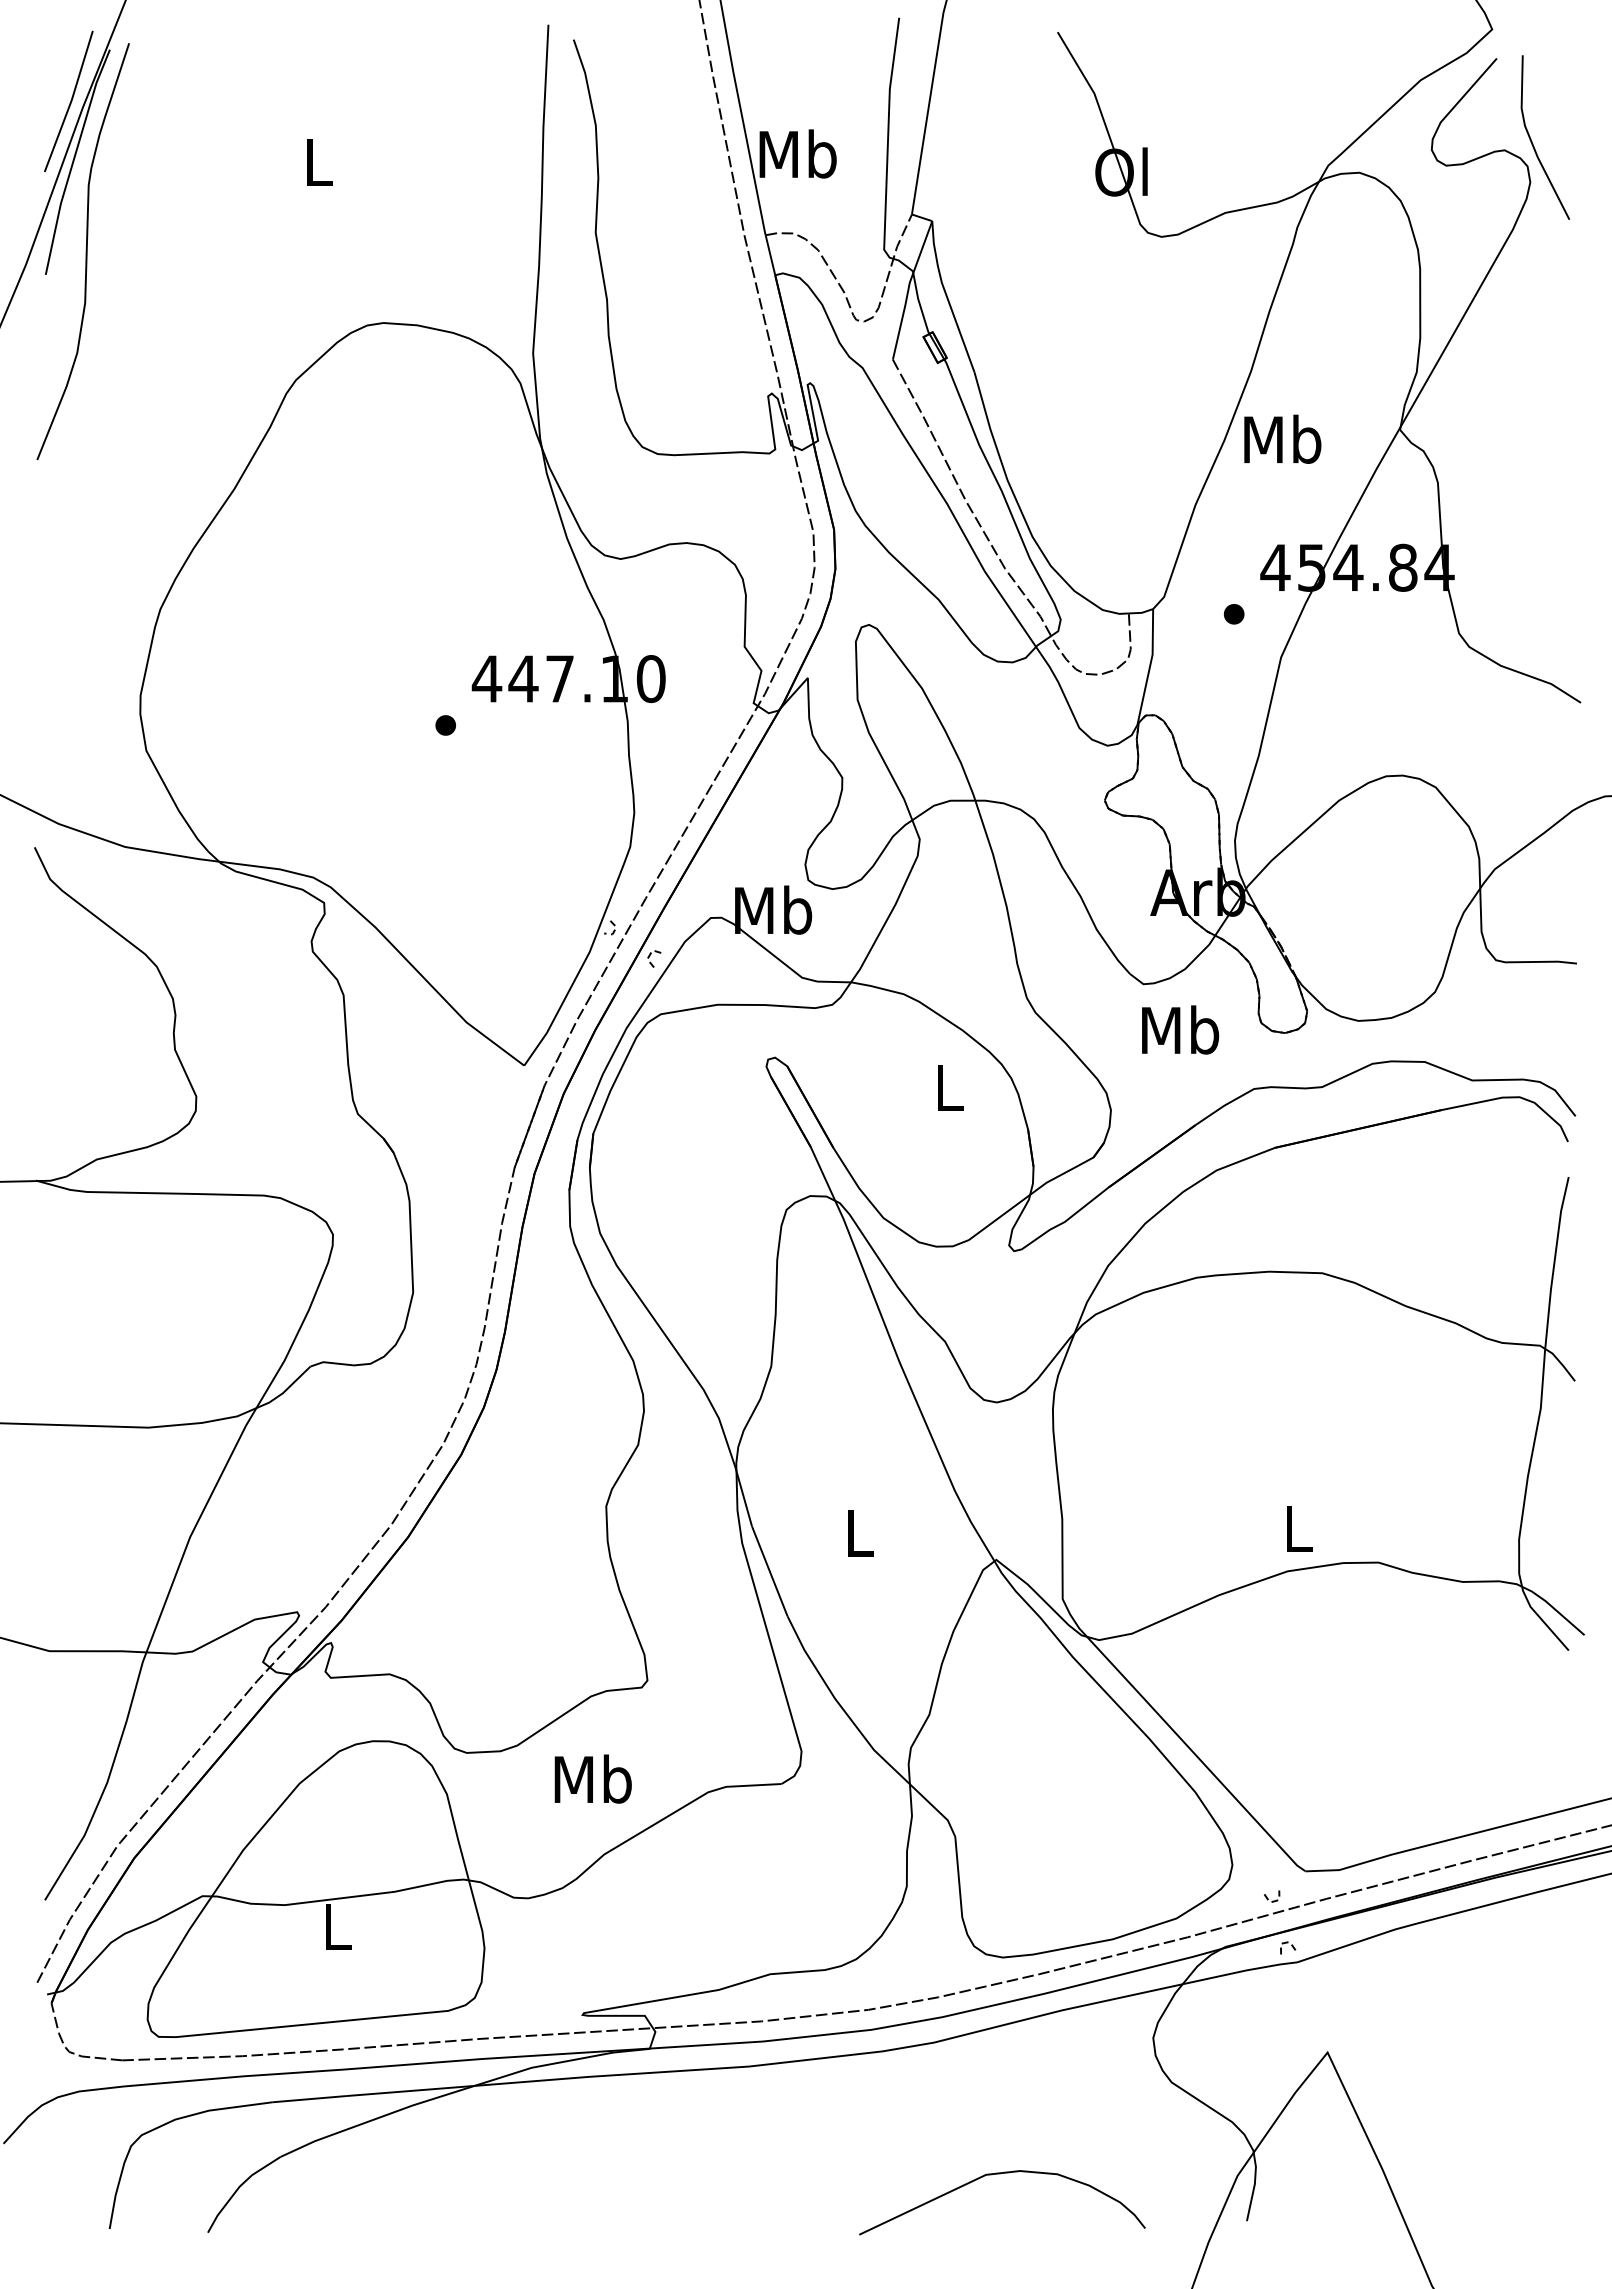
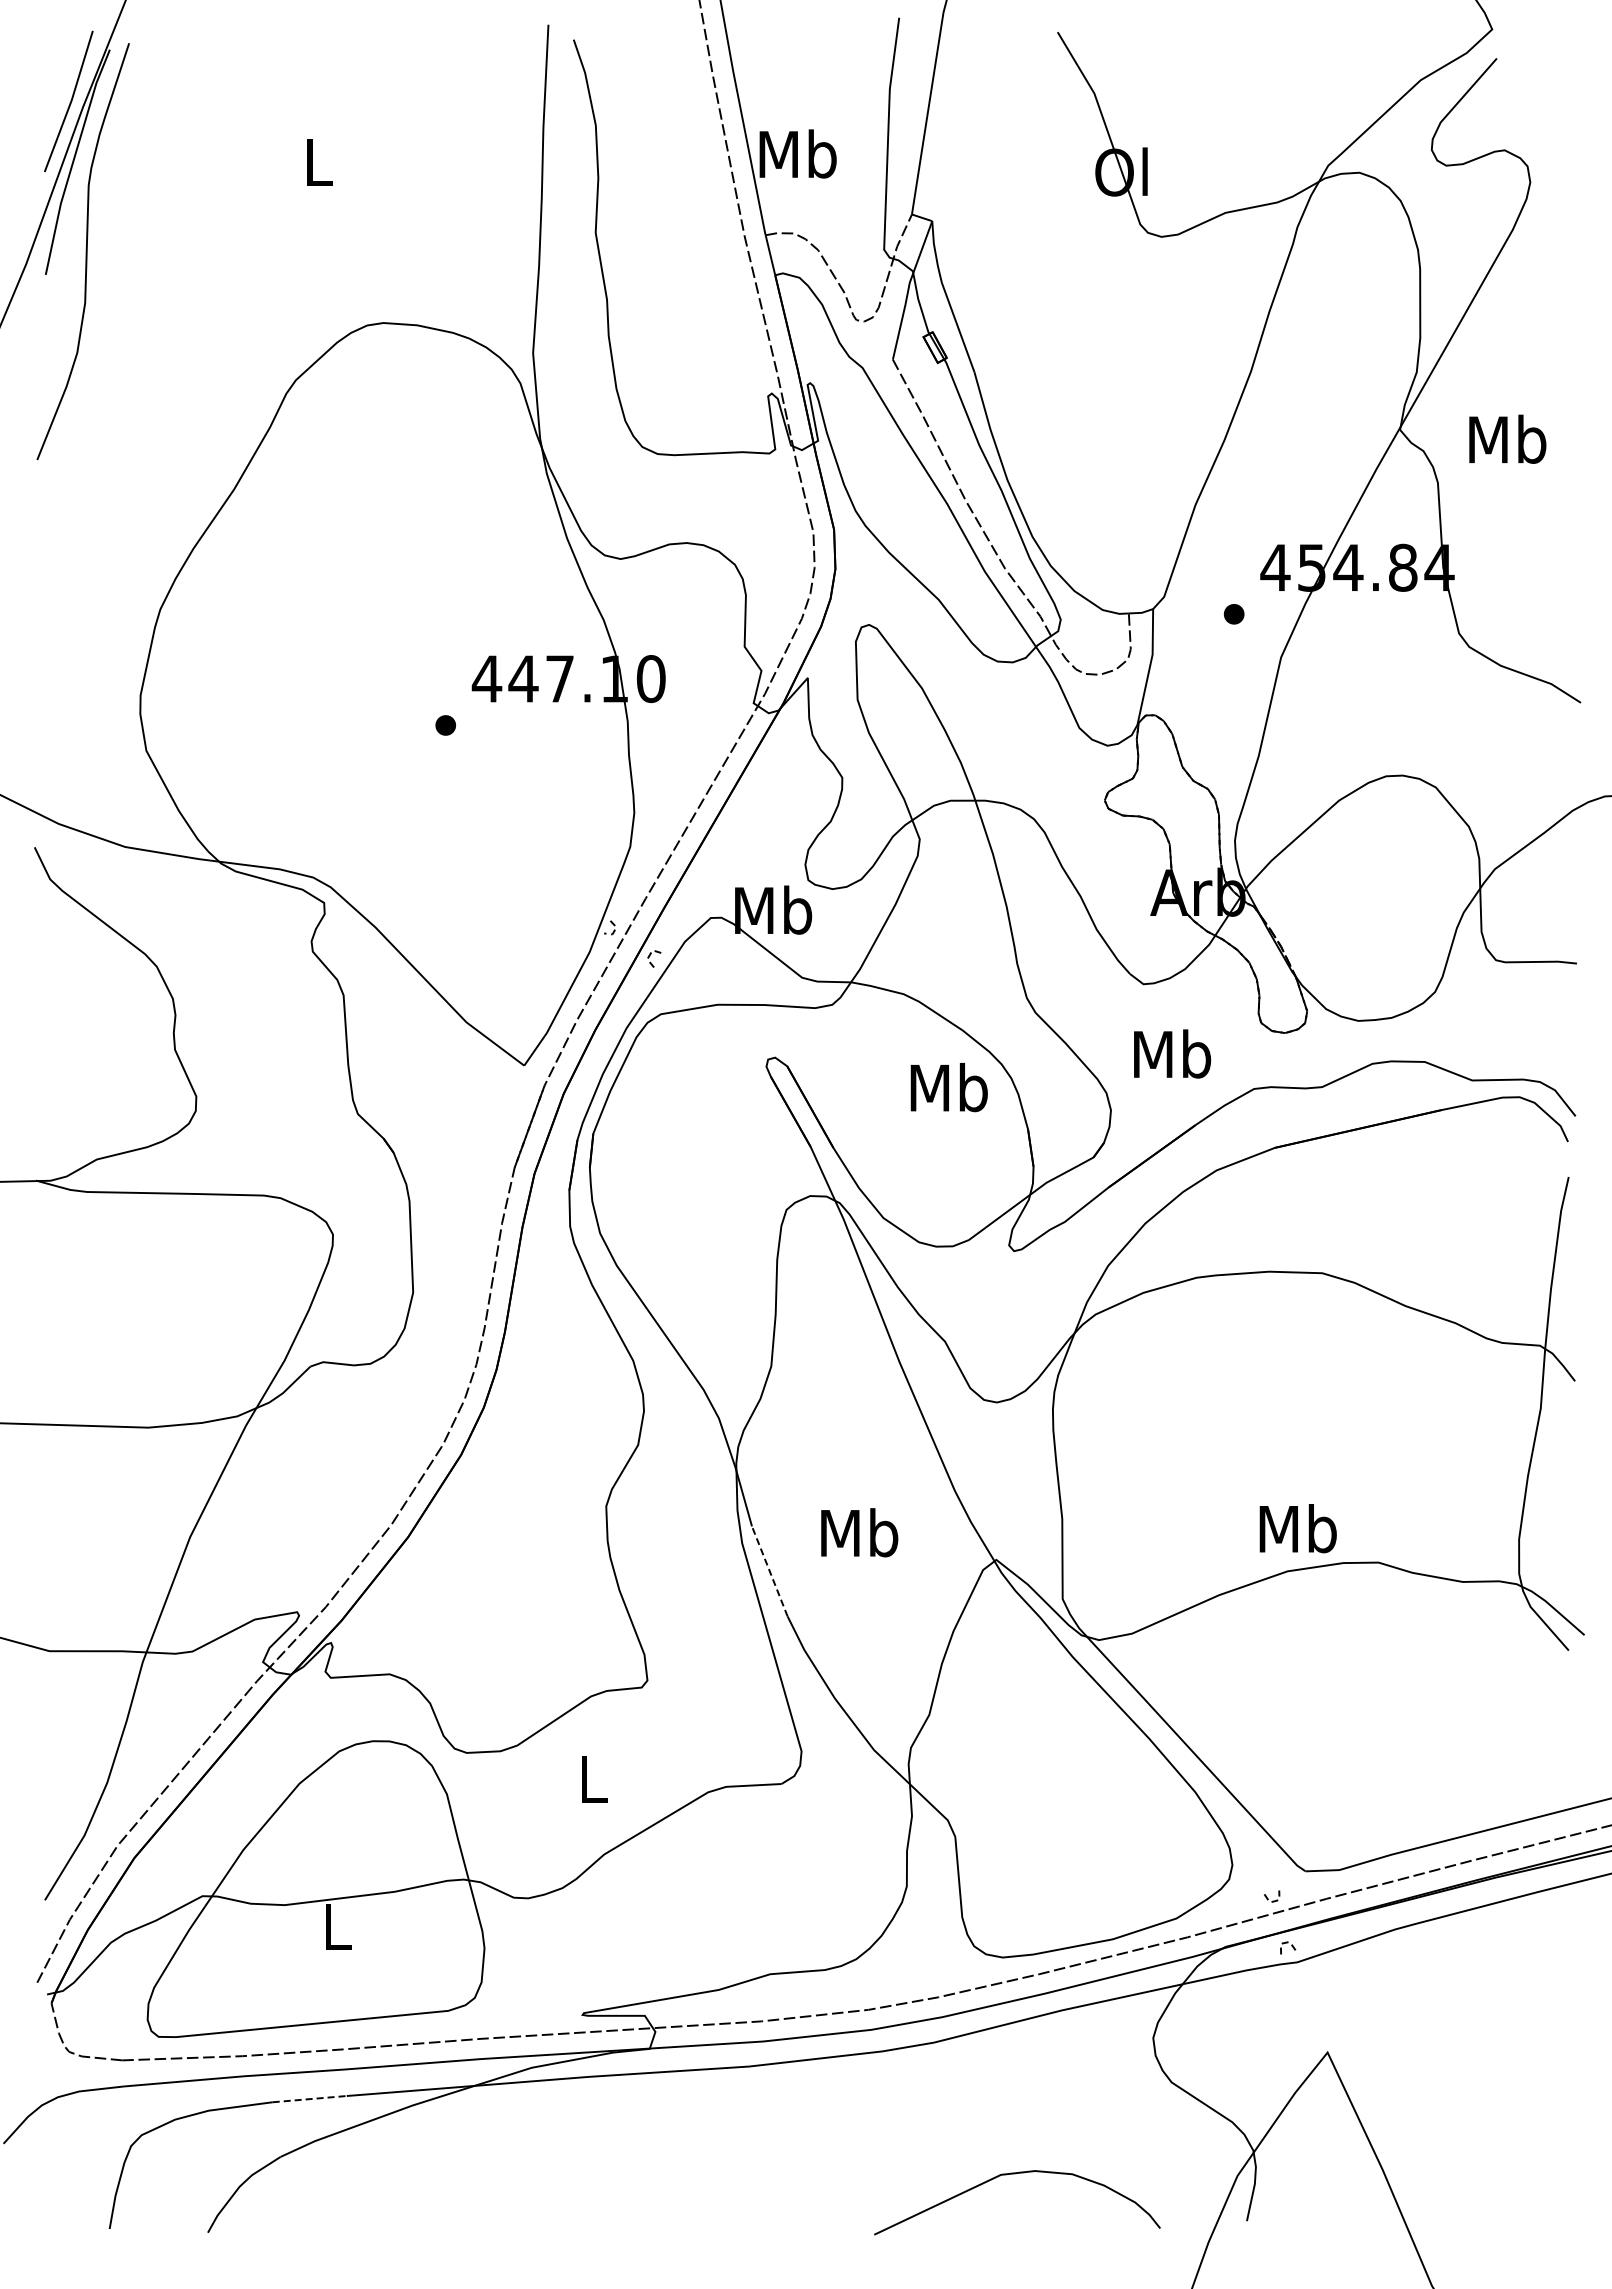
line at (1533, 143): present -> none
text at (1282, 438) position: (1282, 438) -> (1507, 438)
text at (1180, 1029) position: (1180, 1029) -> (1172, 1053)
text at (948, 1087): L -> Mb
text at (1297, 1528): L -> Mb
text at (859, 1532): L -> Mb
line at (769, 1570): solid -> dashed
text at (592, 1778): Mb -> L
line at (310, 2099): solid -> dashed
curve at (1000, 2174) position: (1000, 2174) -> (1015, 2174)
